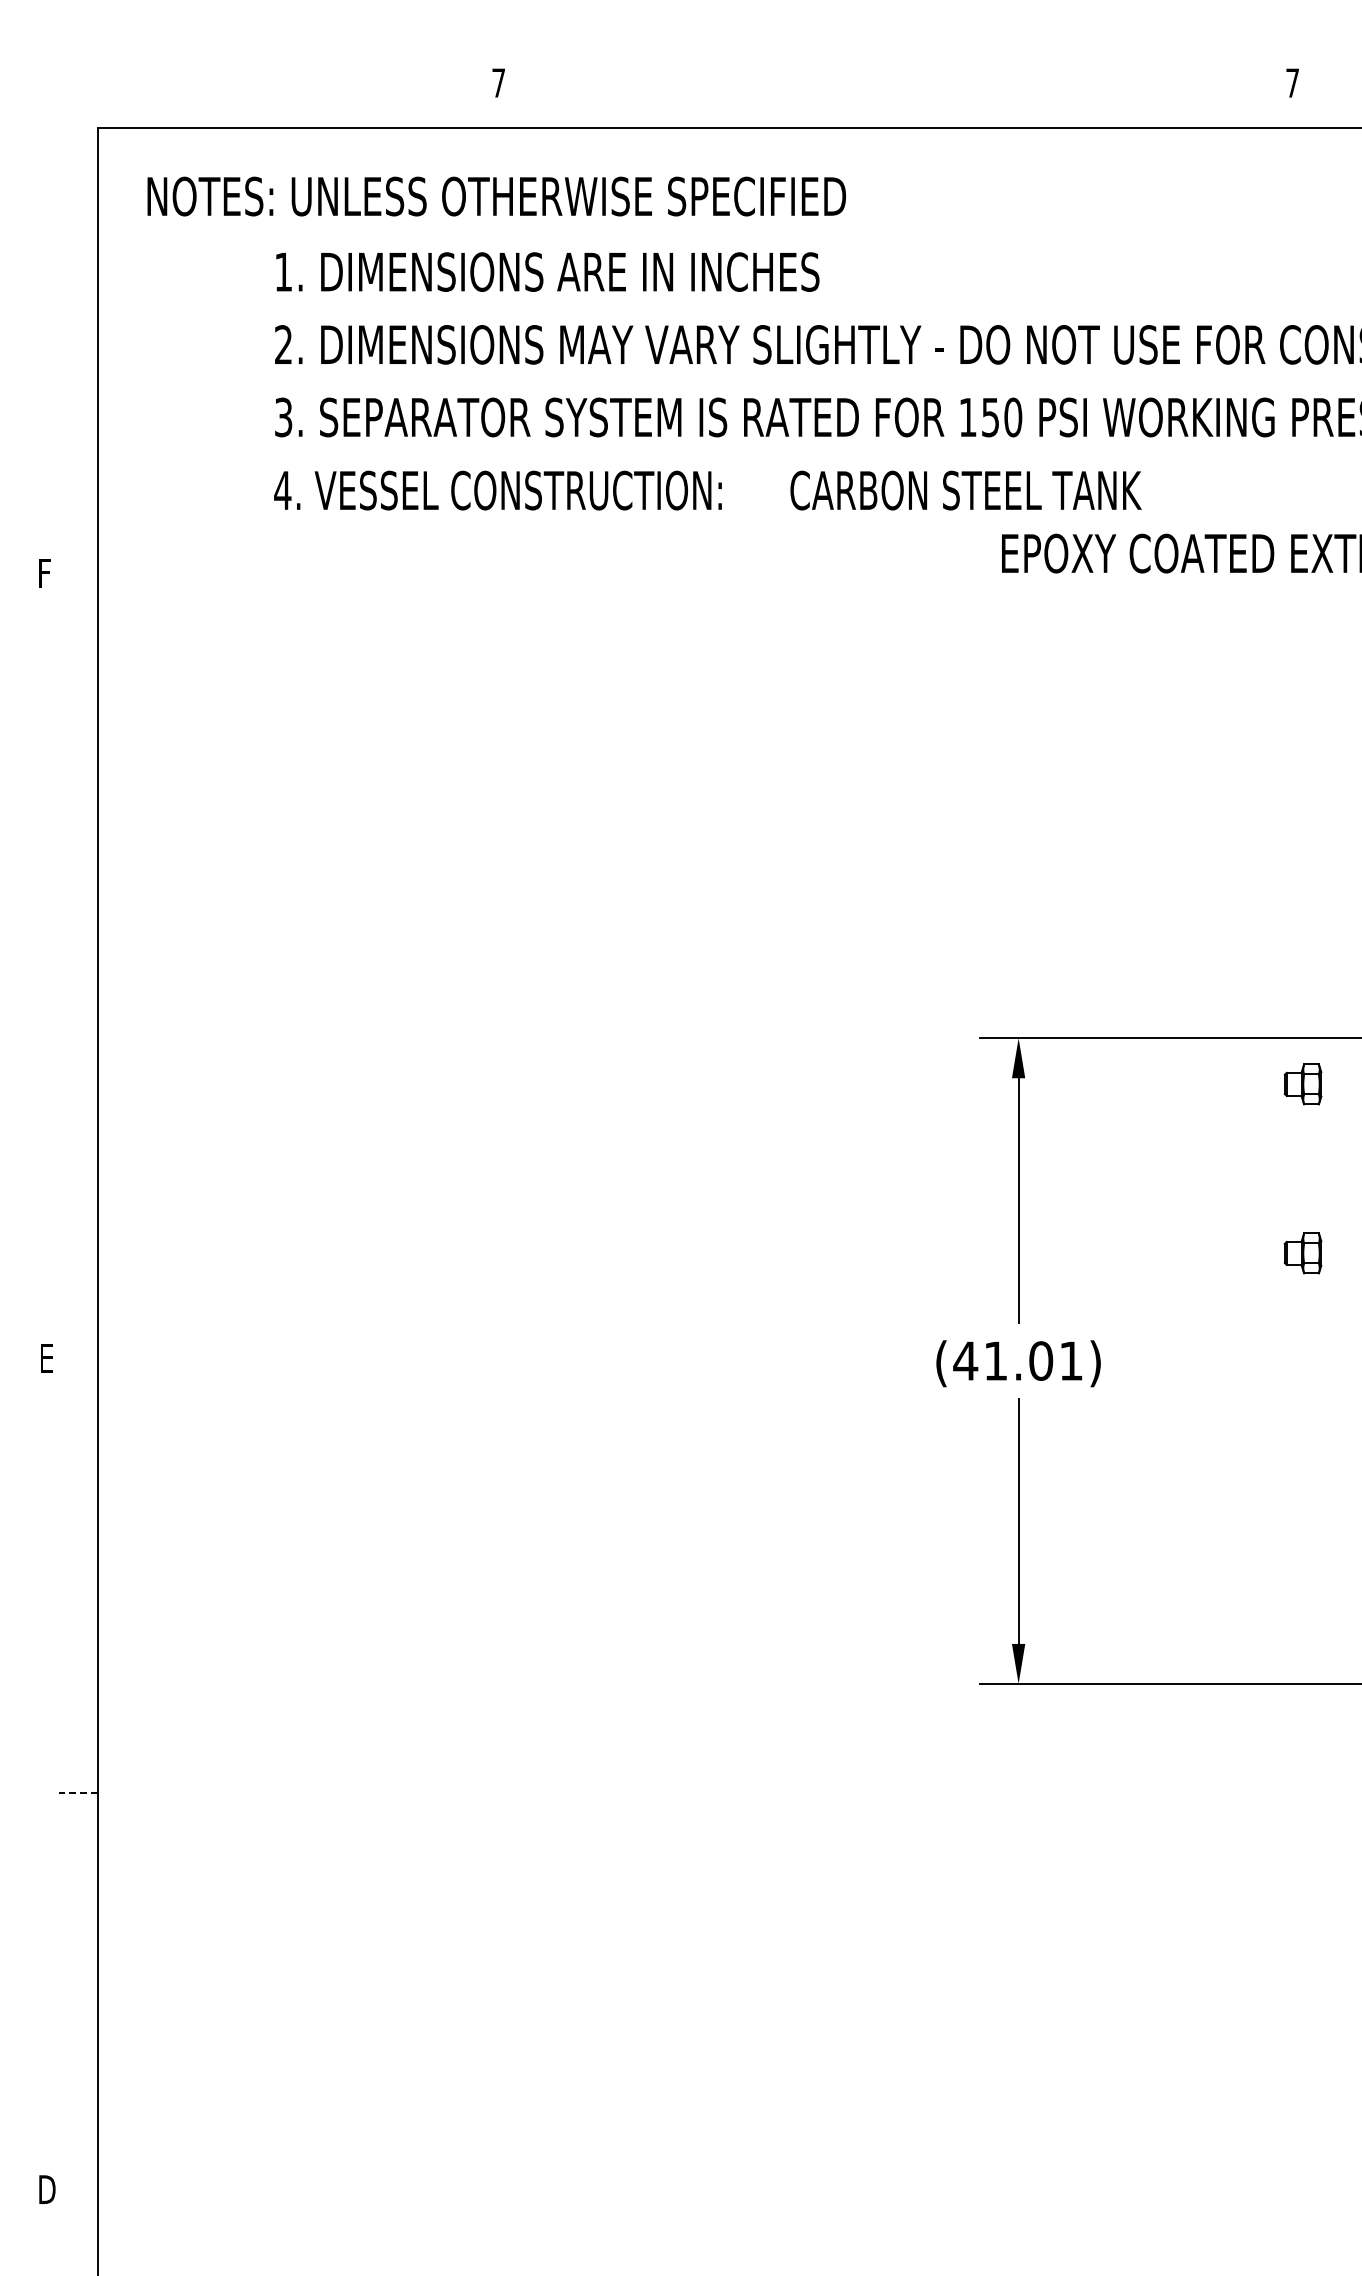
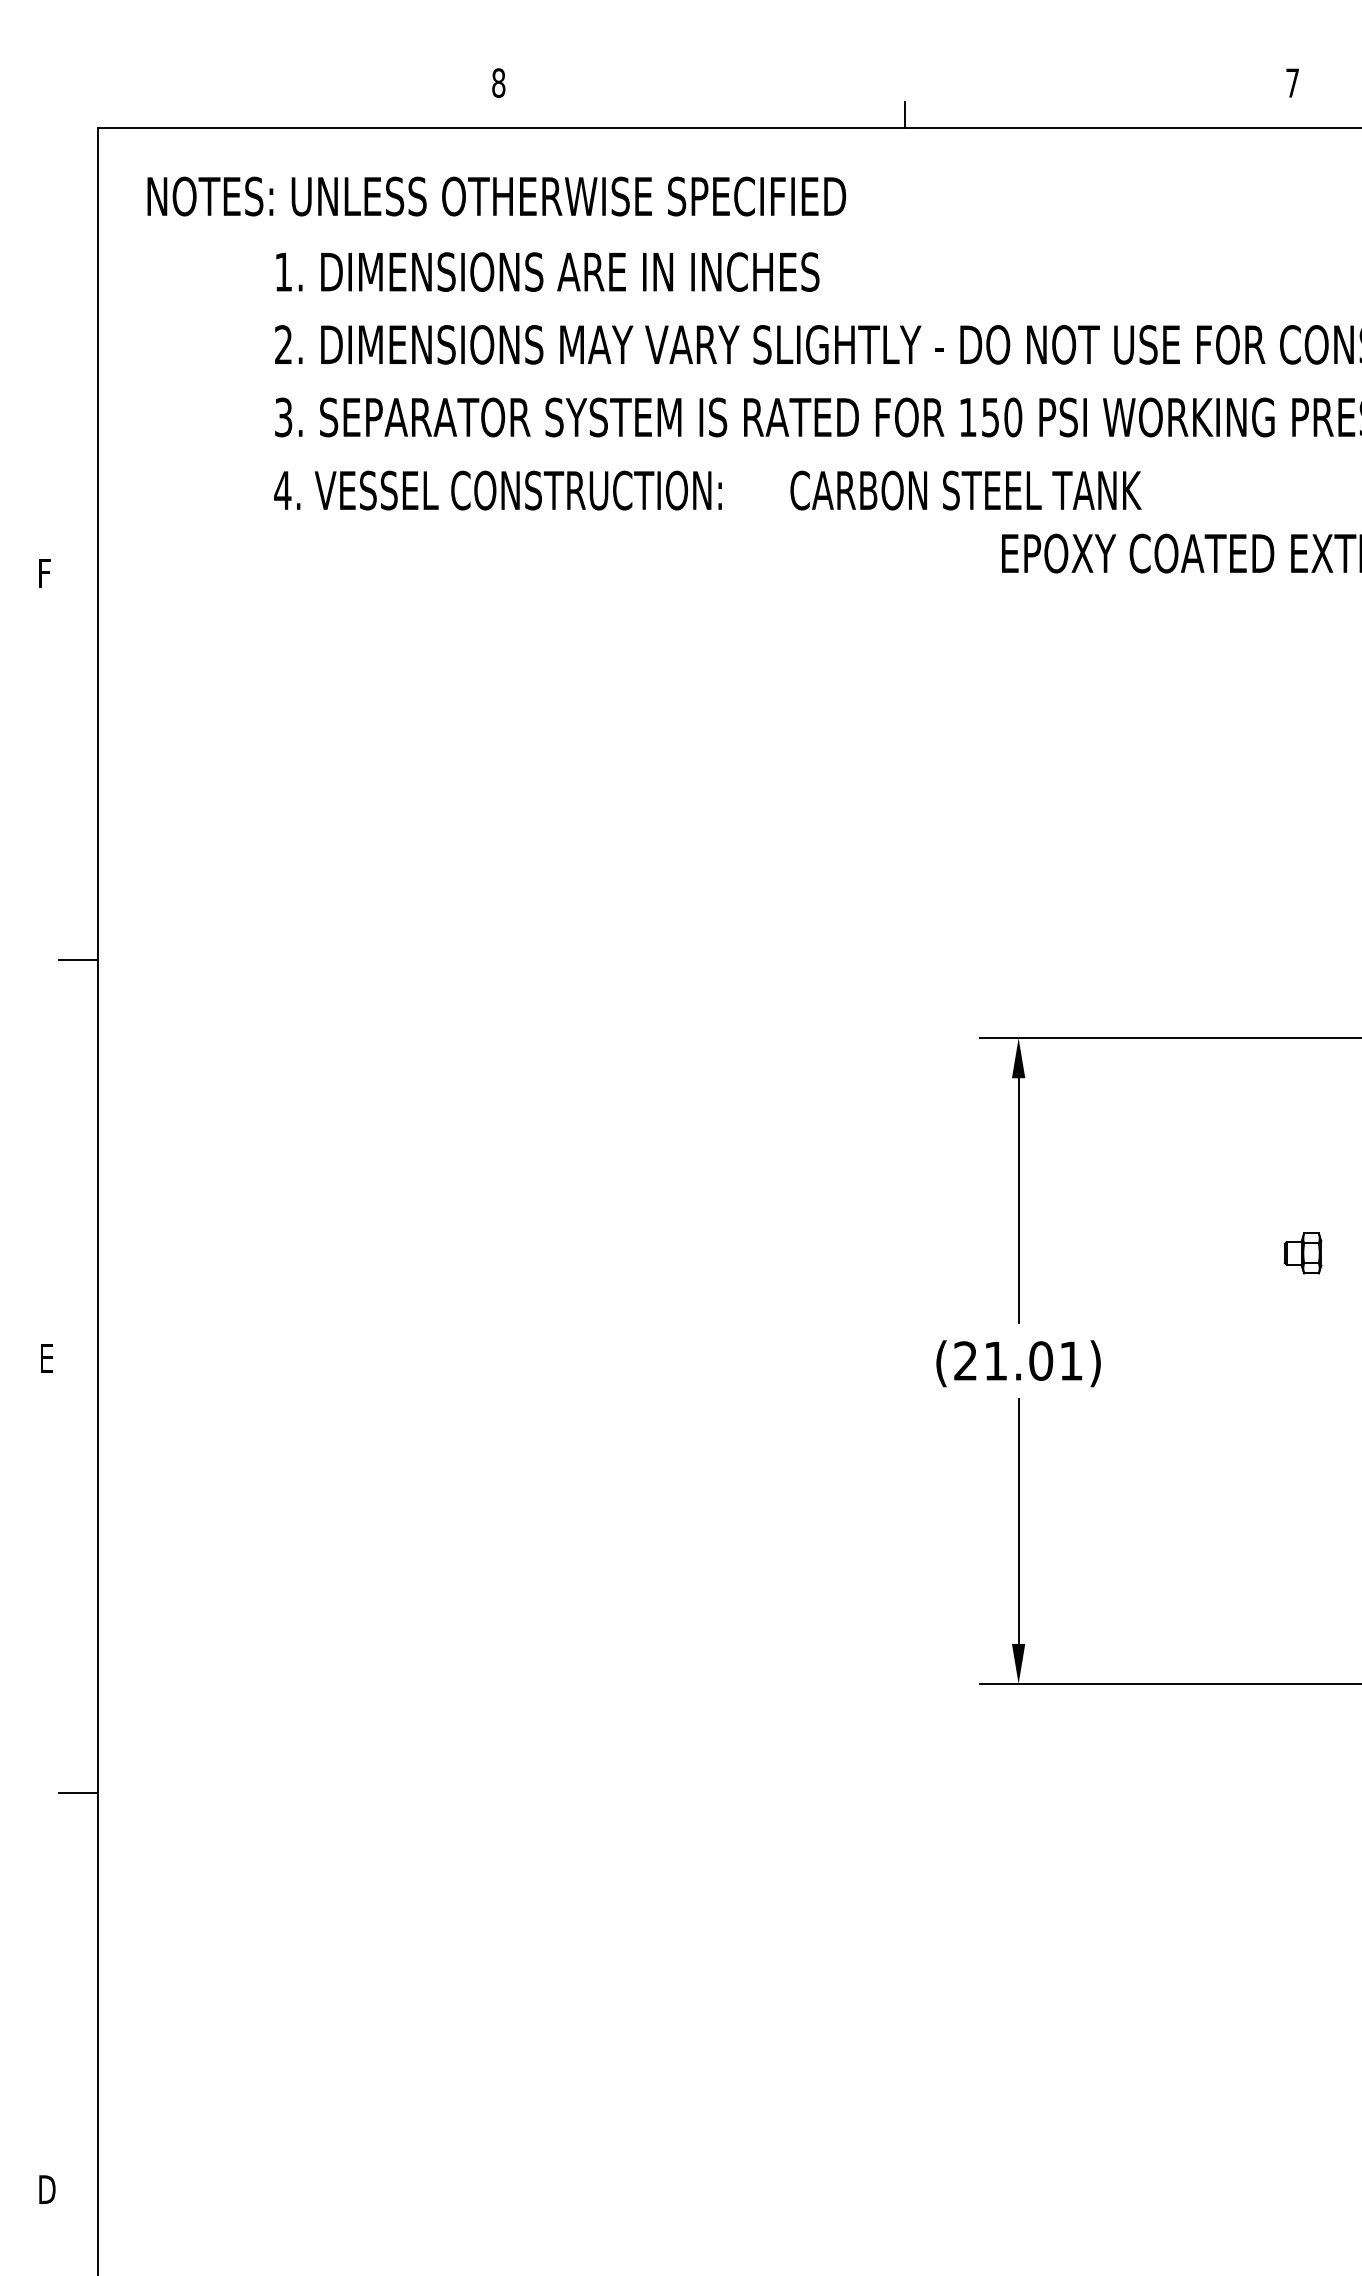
text at (498, 82): 7 -> 8
line at (904, 114): none -> present
line at (78, 960): none -> present
part at (1302, 1084): present -> none
text at (965, 1360): (41.01) -> (21.01)
line at (78, 1792): dashed -> solid
